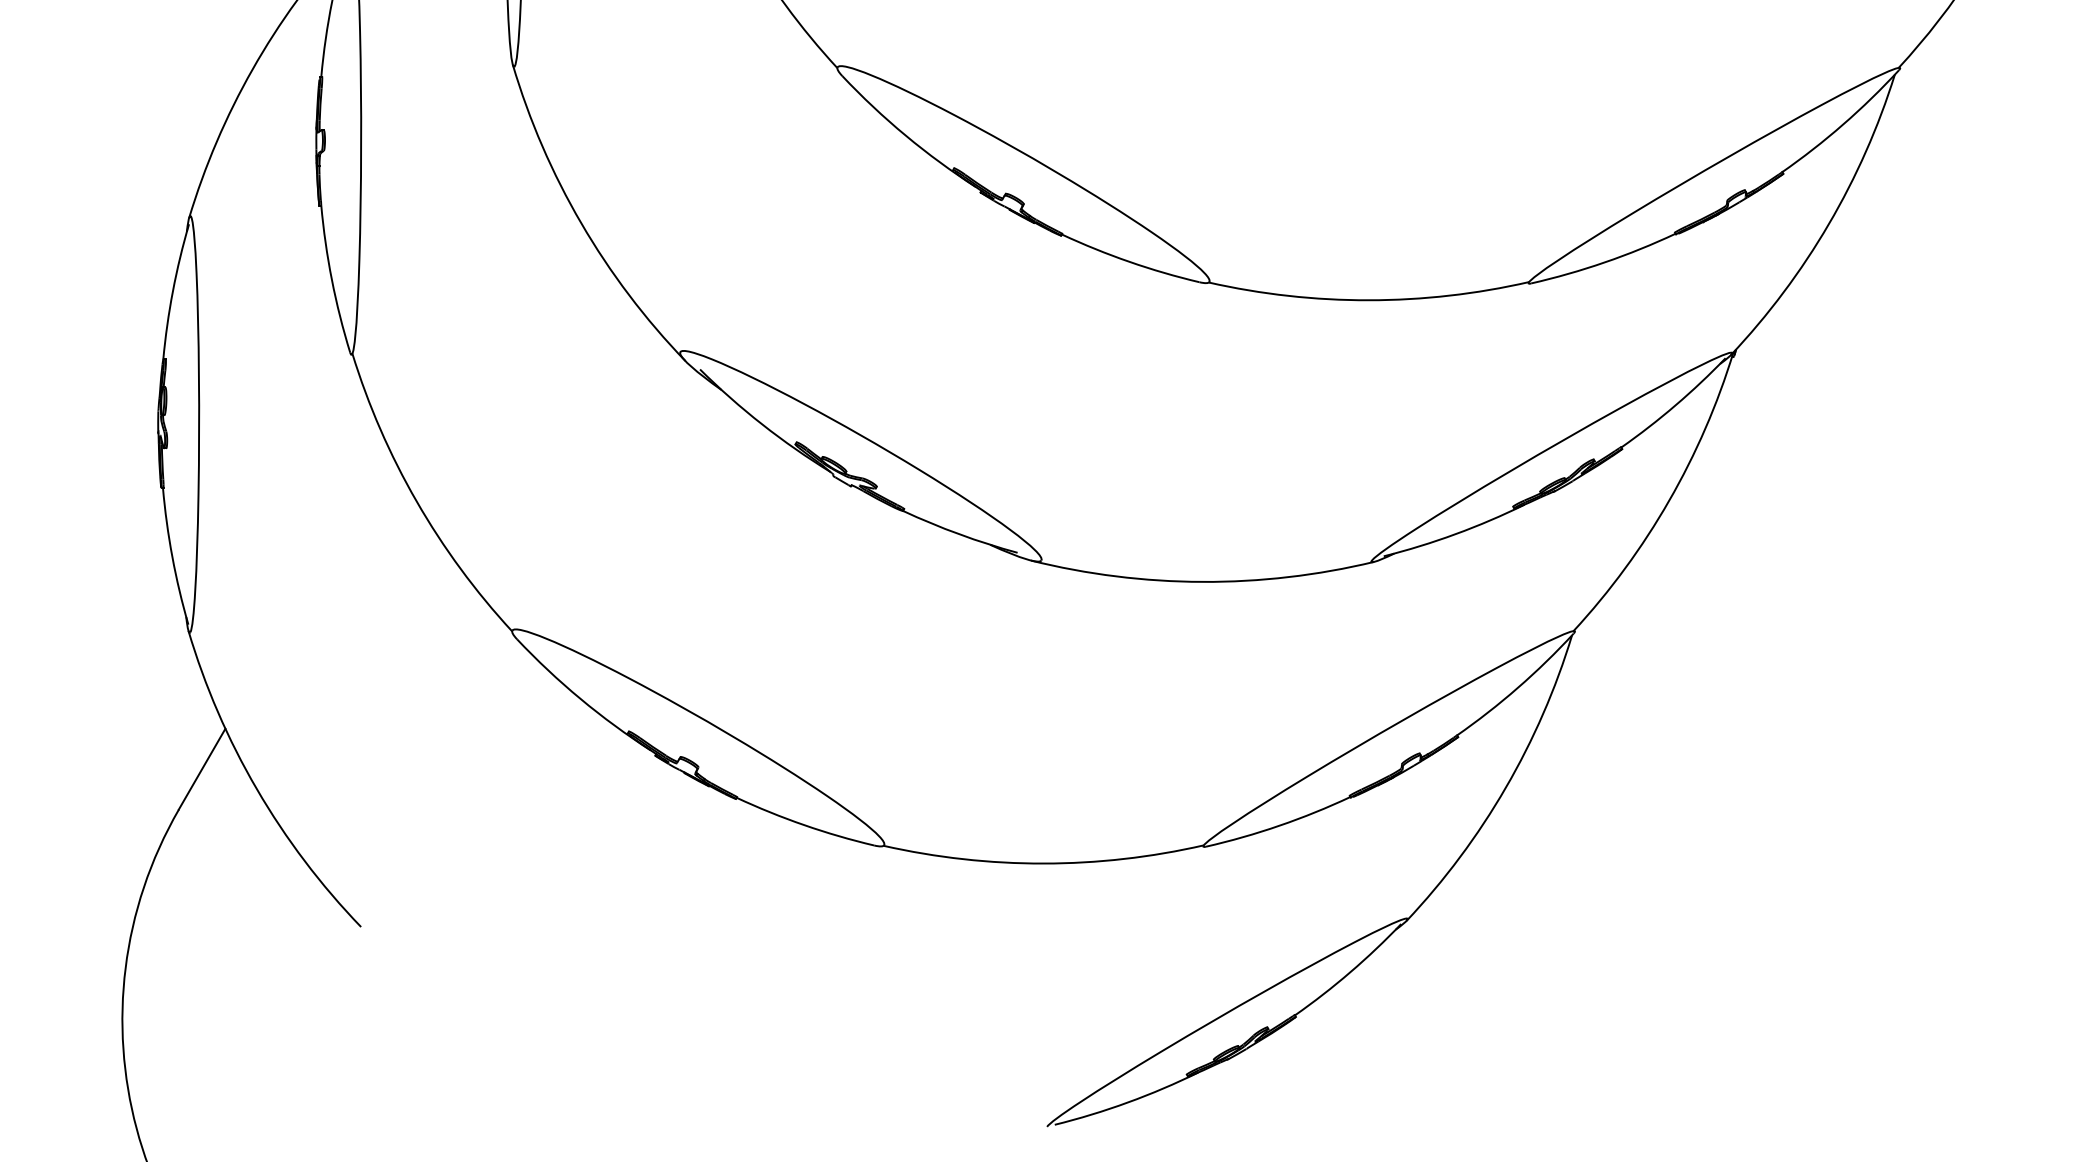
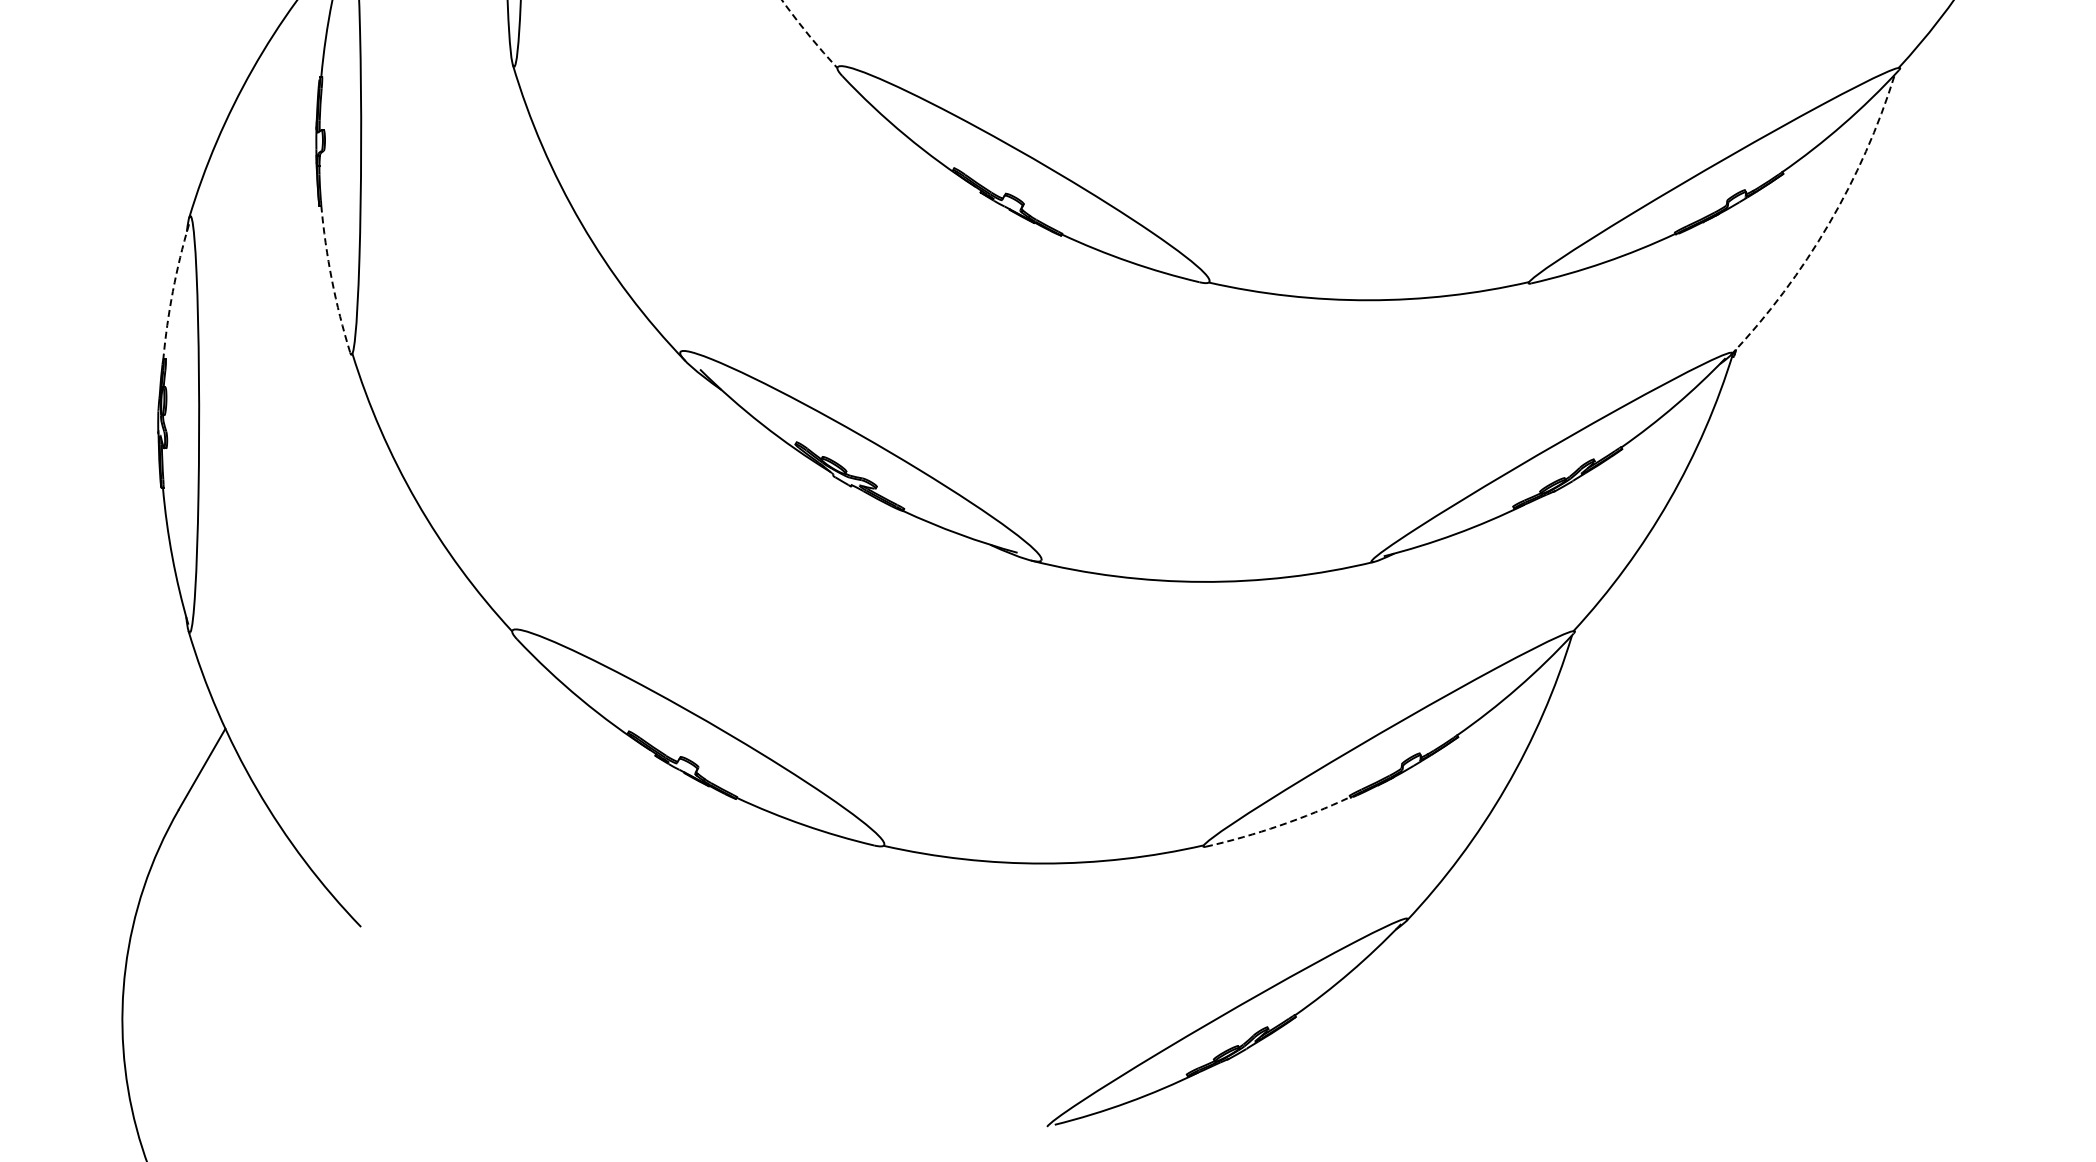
arc at (808, 35): solid -> dashed
arc at (1828, 224): solid -> dashed
arc at (331, 279): solid -> dashed
arc at (172, 291): solid -> dashed
arc at (1279, 825): solid -> dashed
